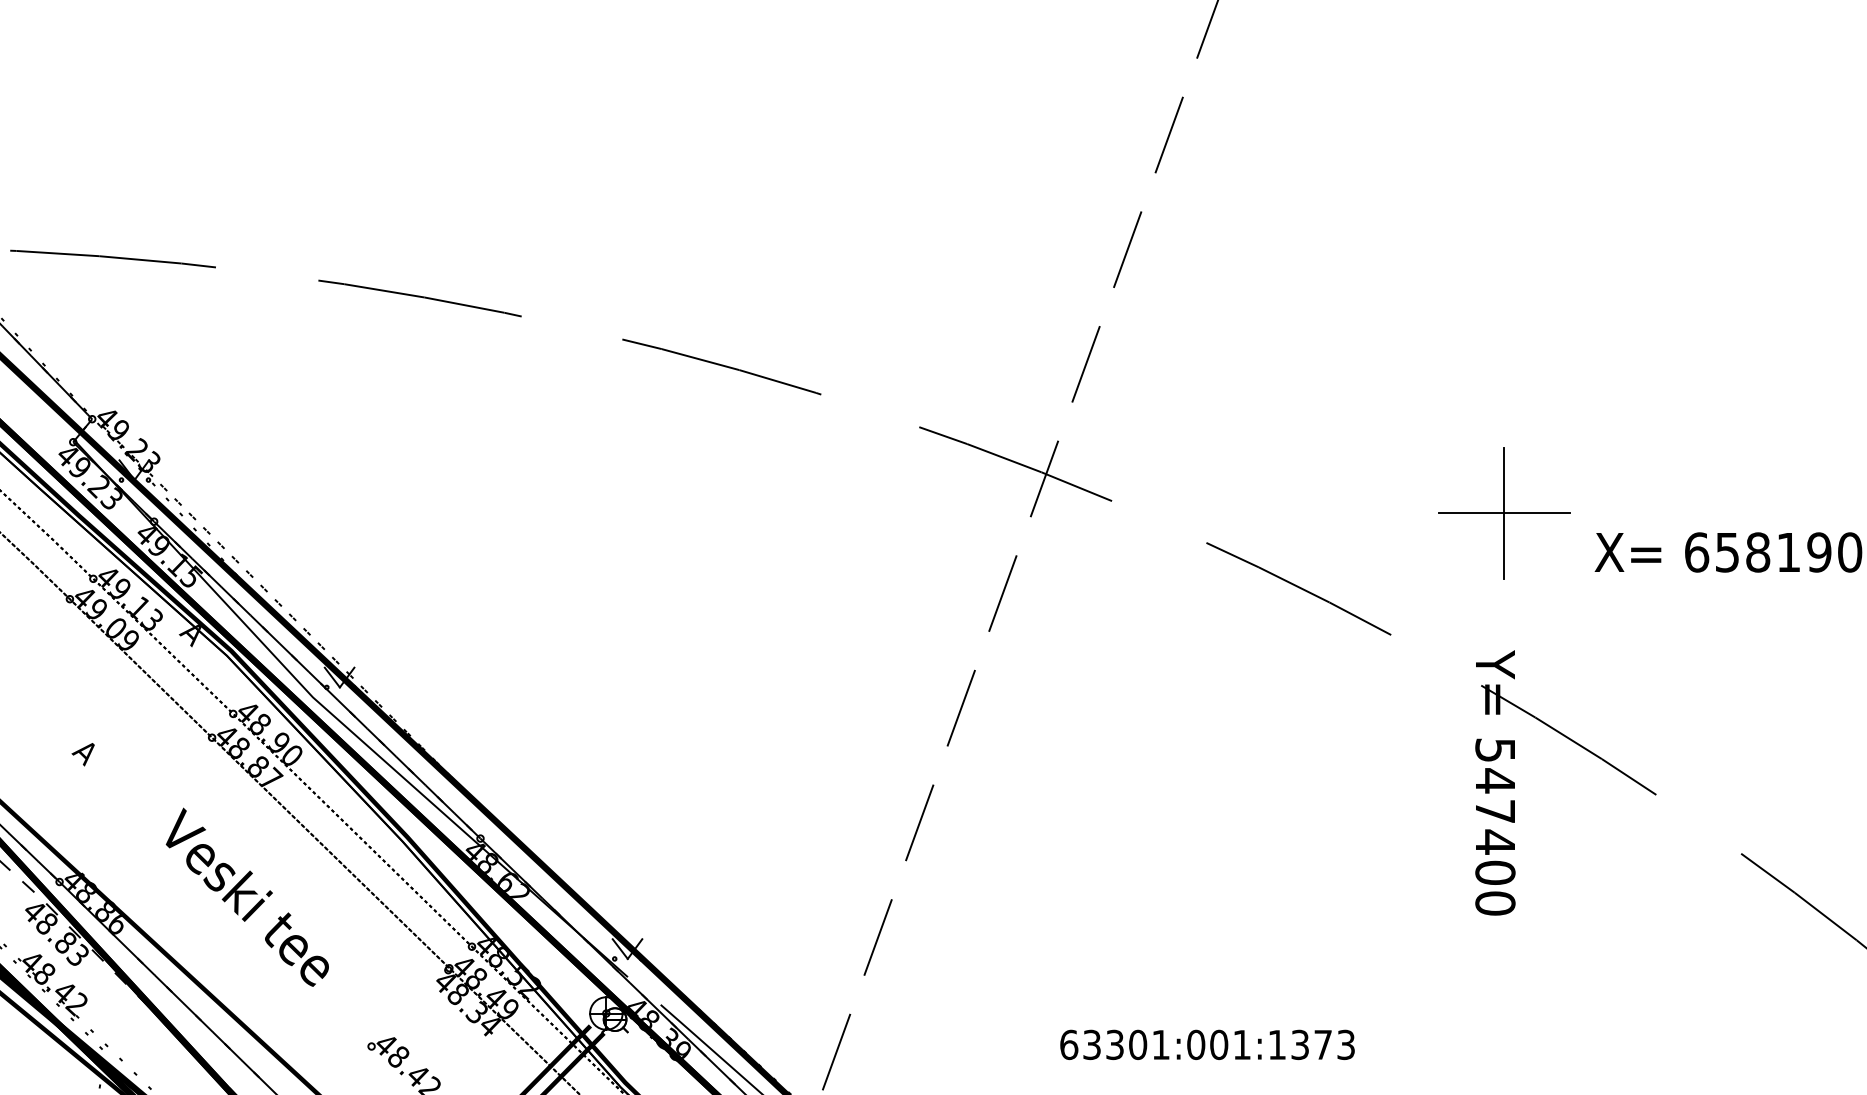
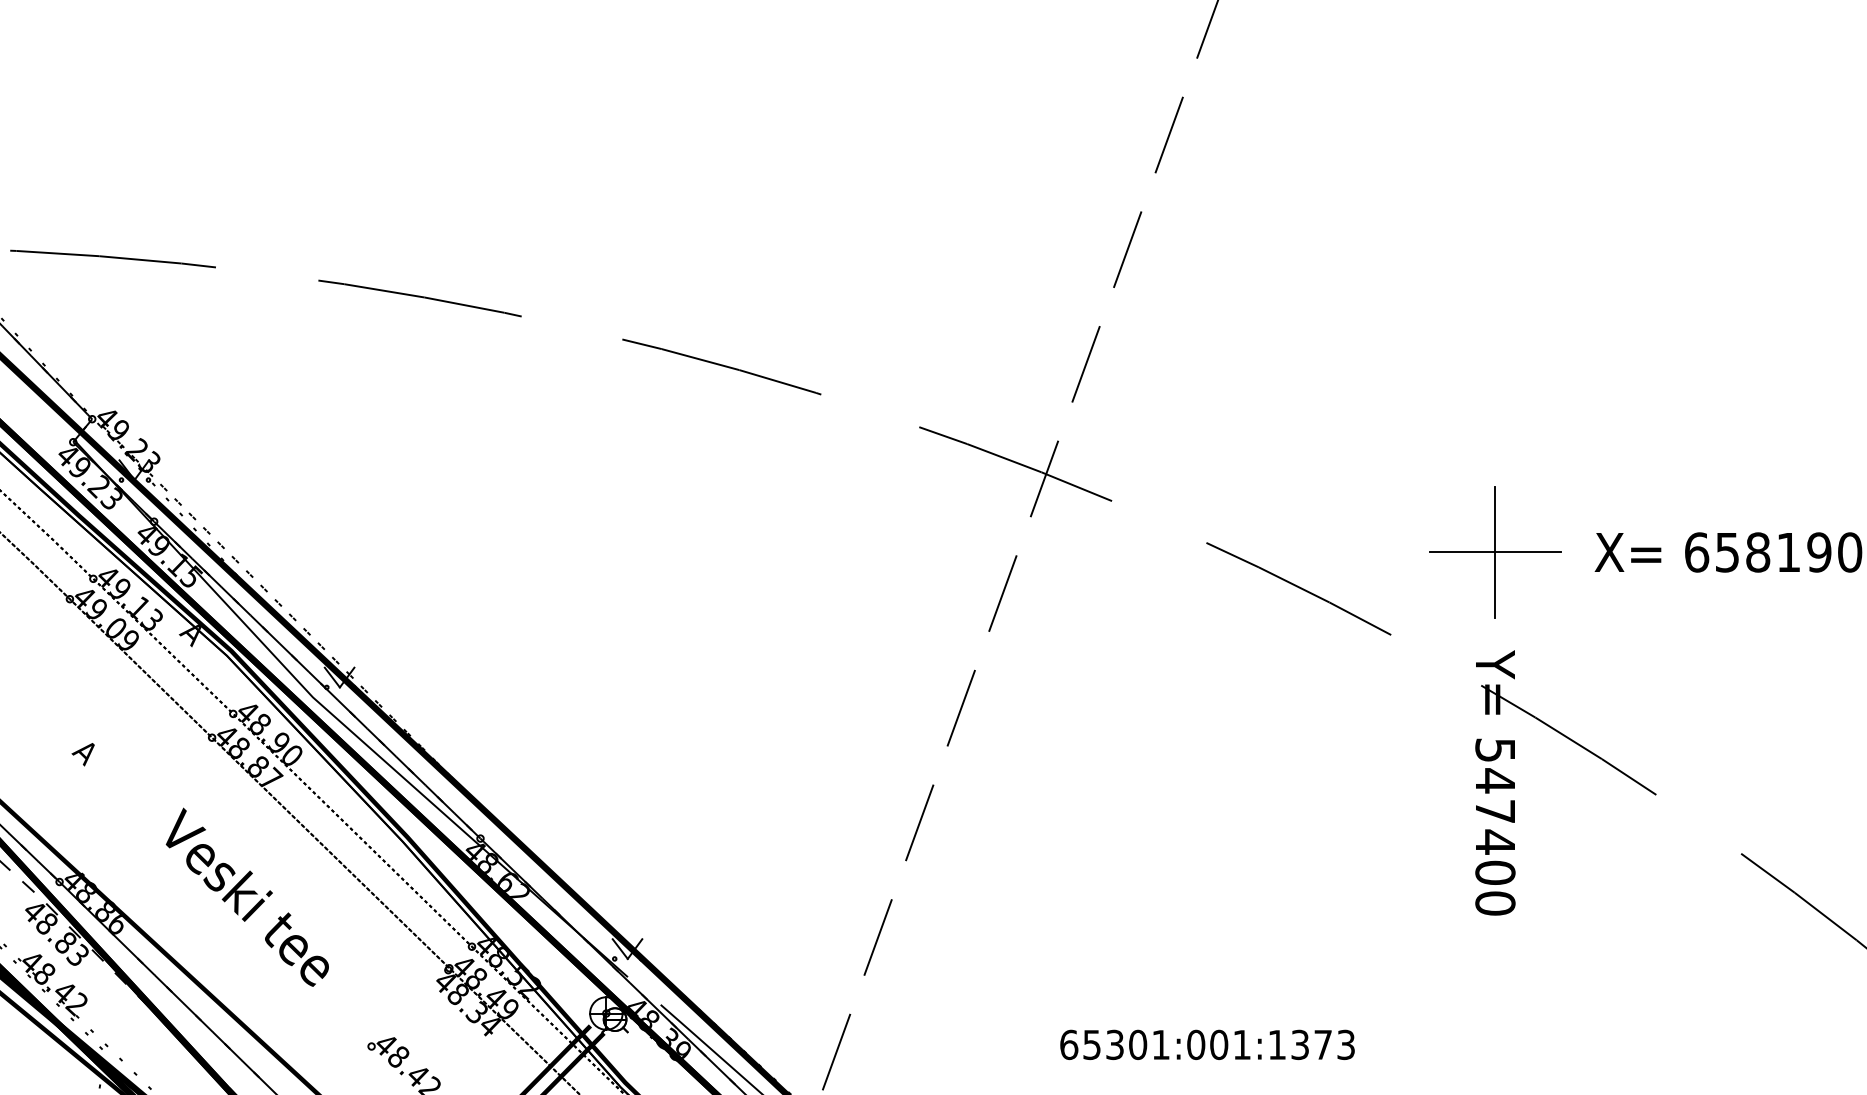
part at (1504, 513) position: (1504, 513) -> (1495, 552)
text at (1092, 1044): 63301:001:1373 -> 65301:001:1373
